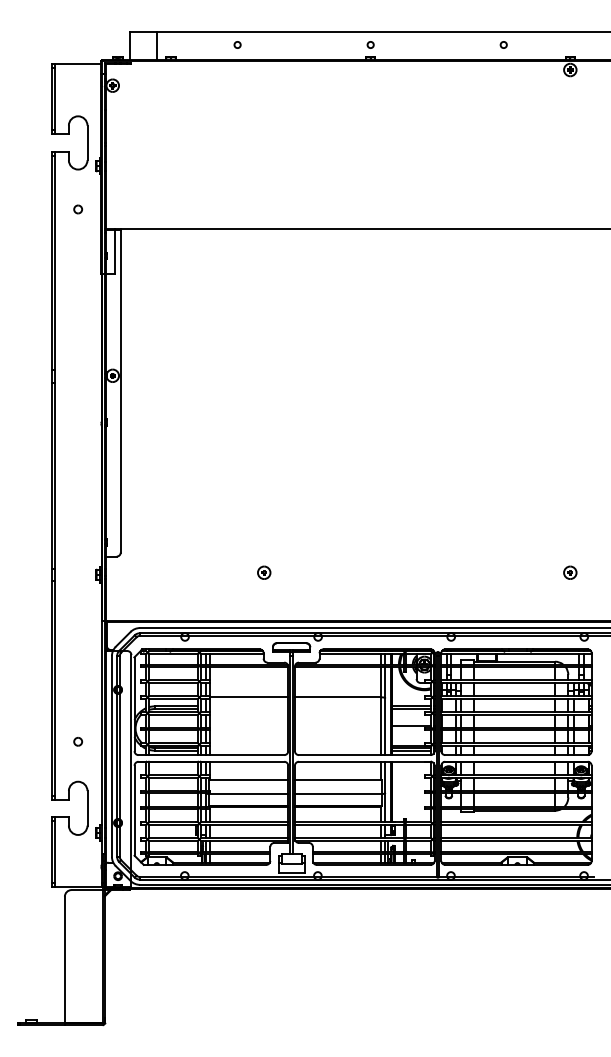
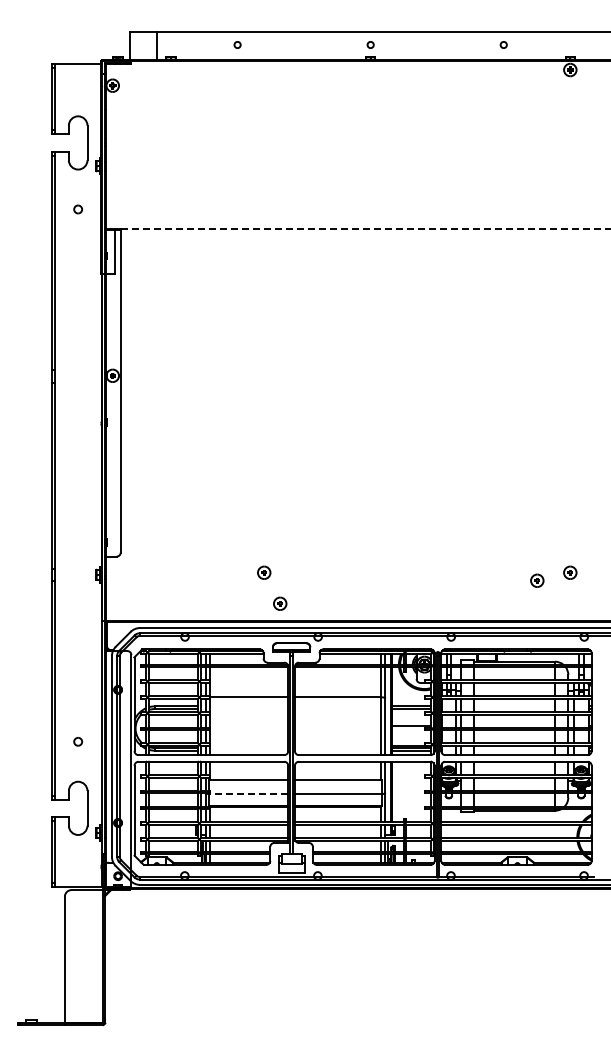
line at (365, 229): solid -> dashed
part at (537, 580): none -> present
part at (280, 603): none -> present
line at (248, 794): solid -> dashed
